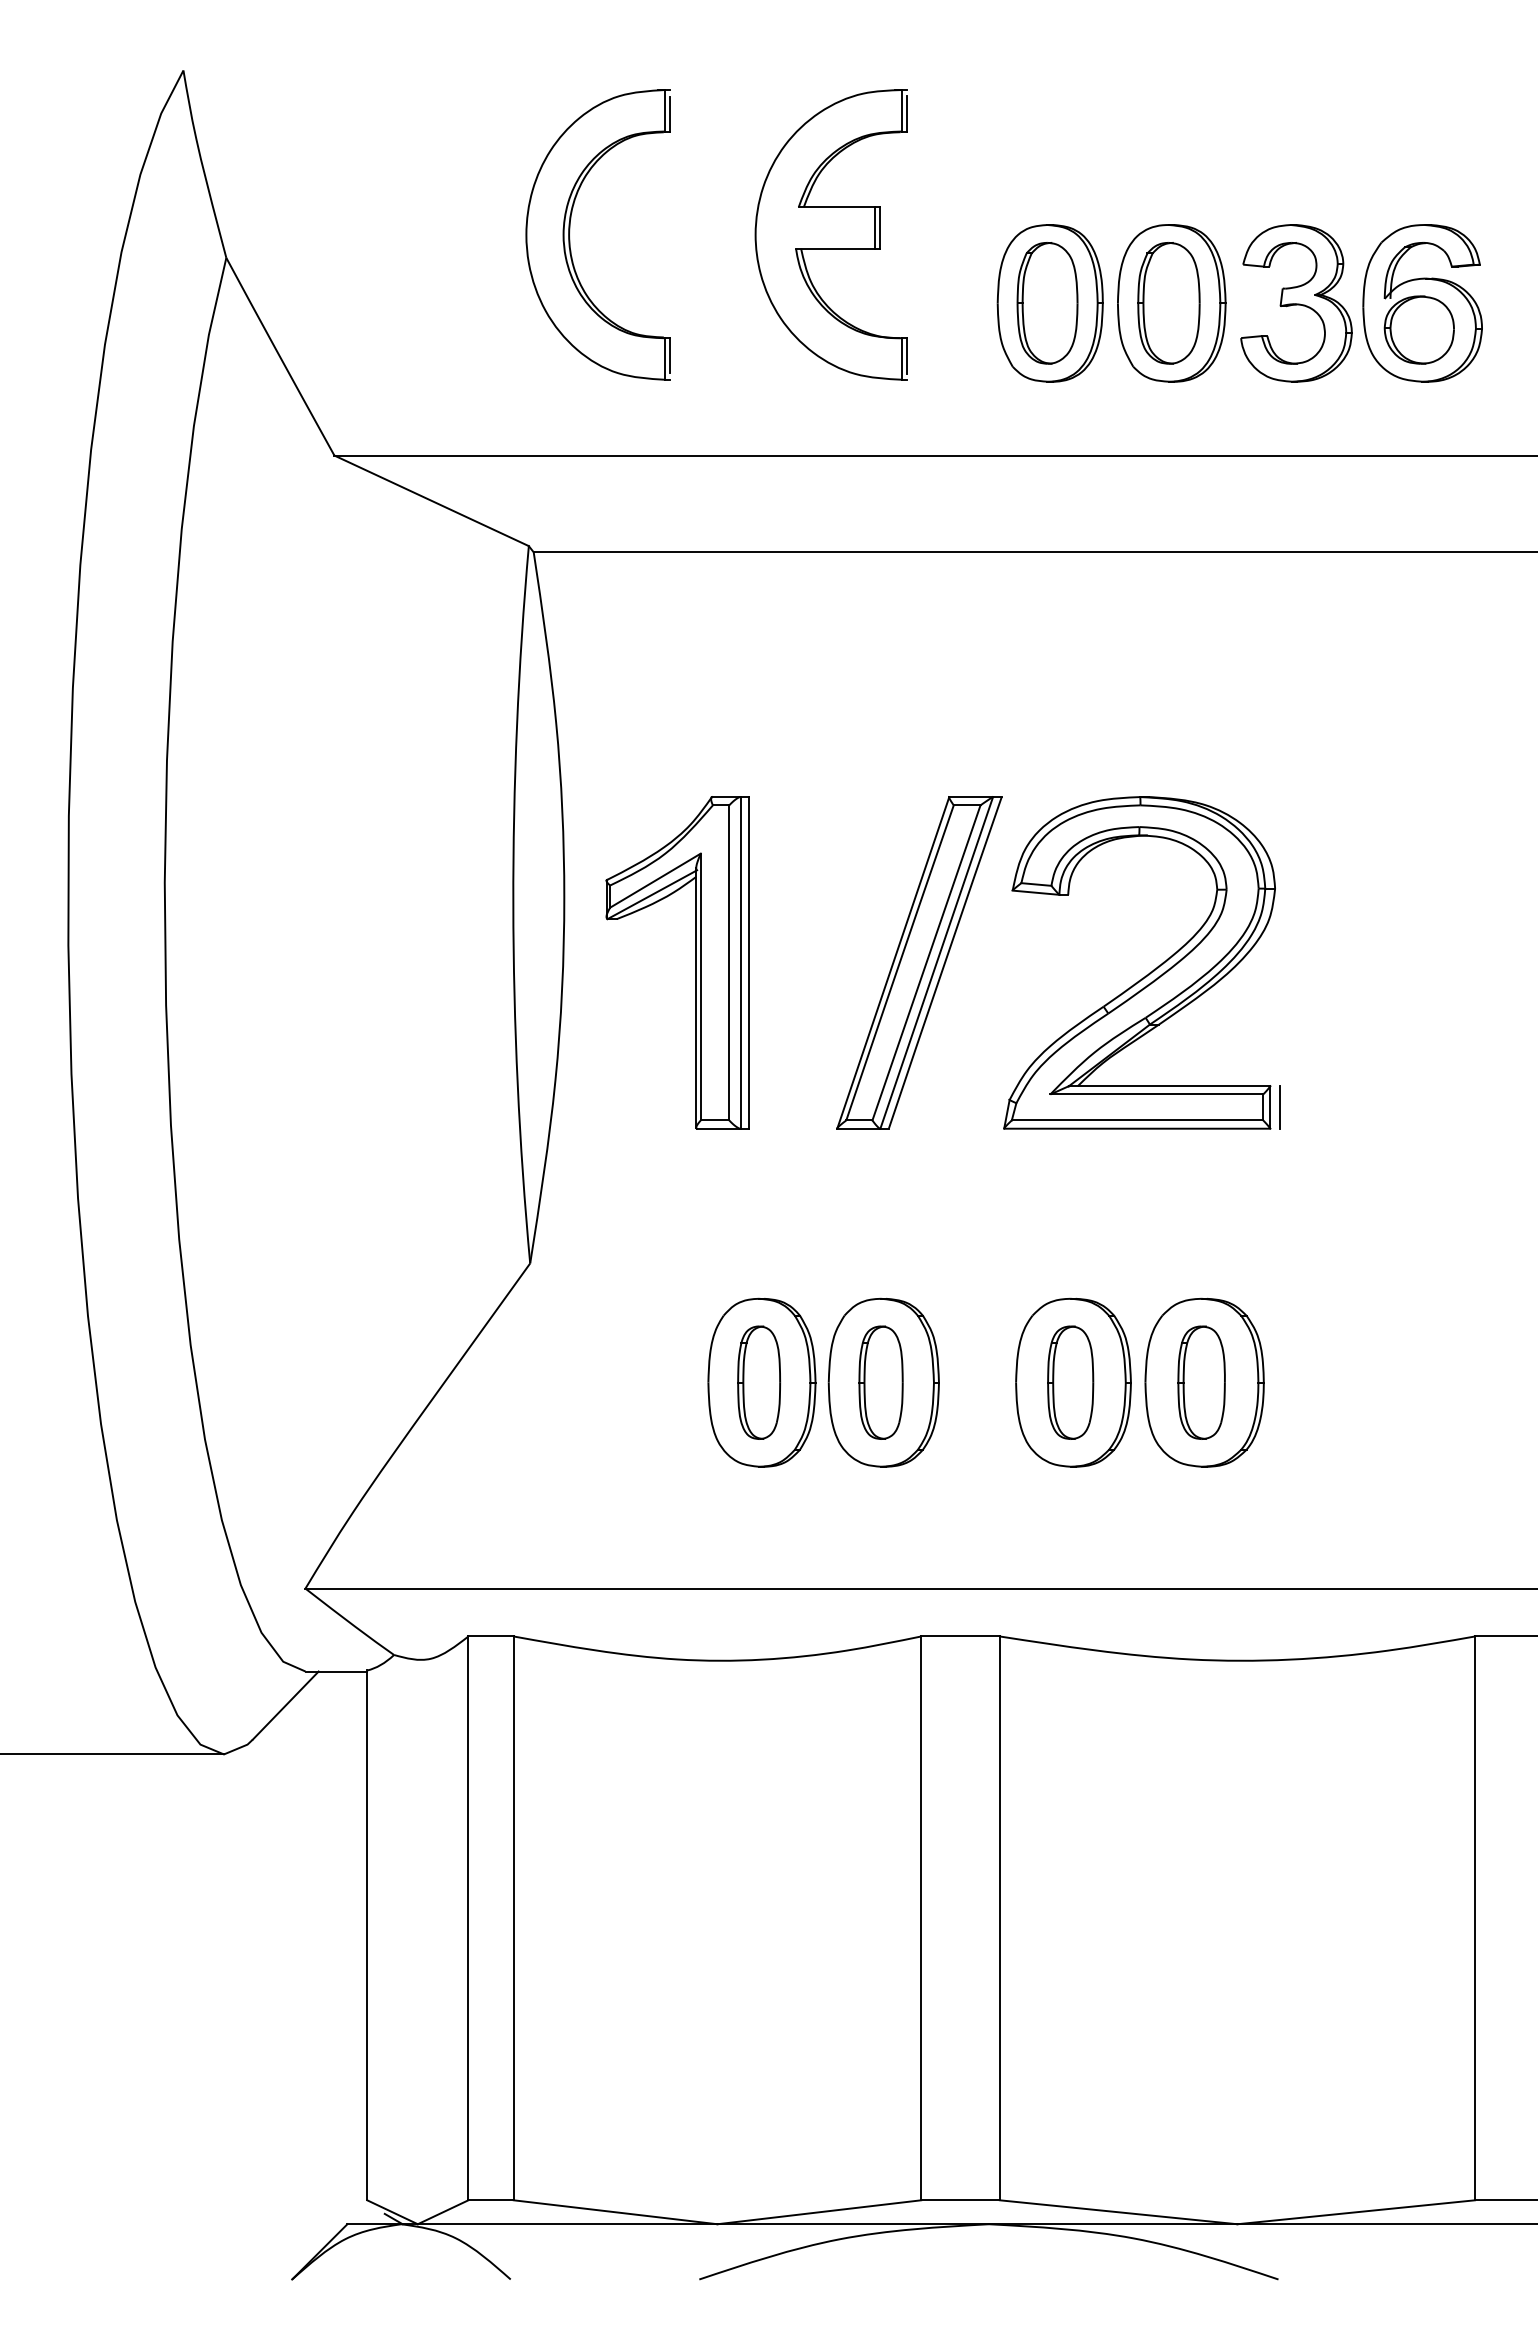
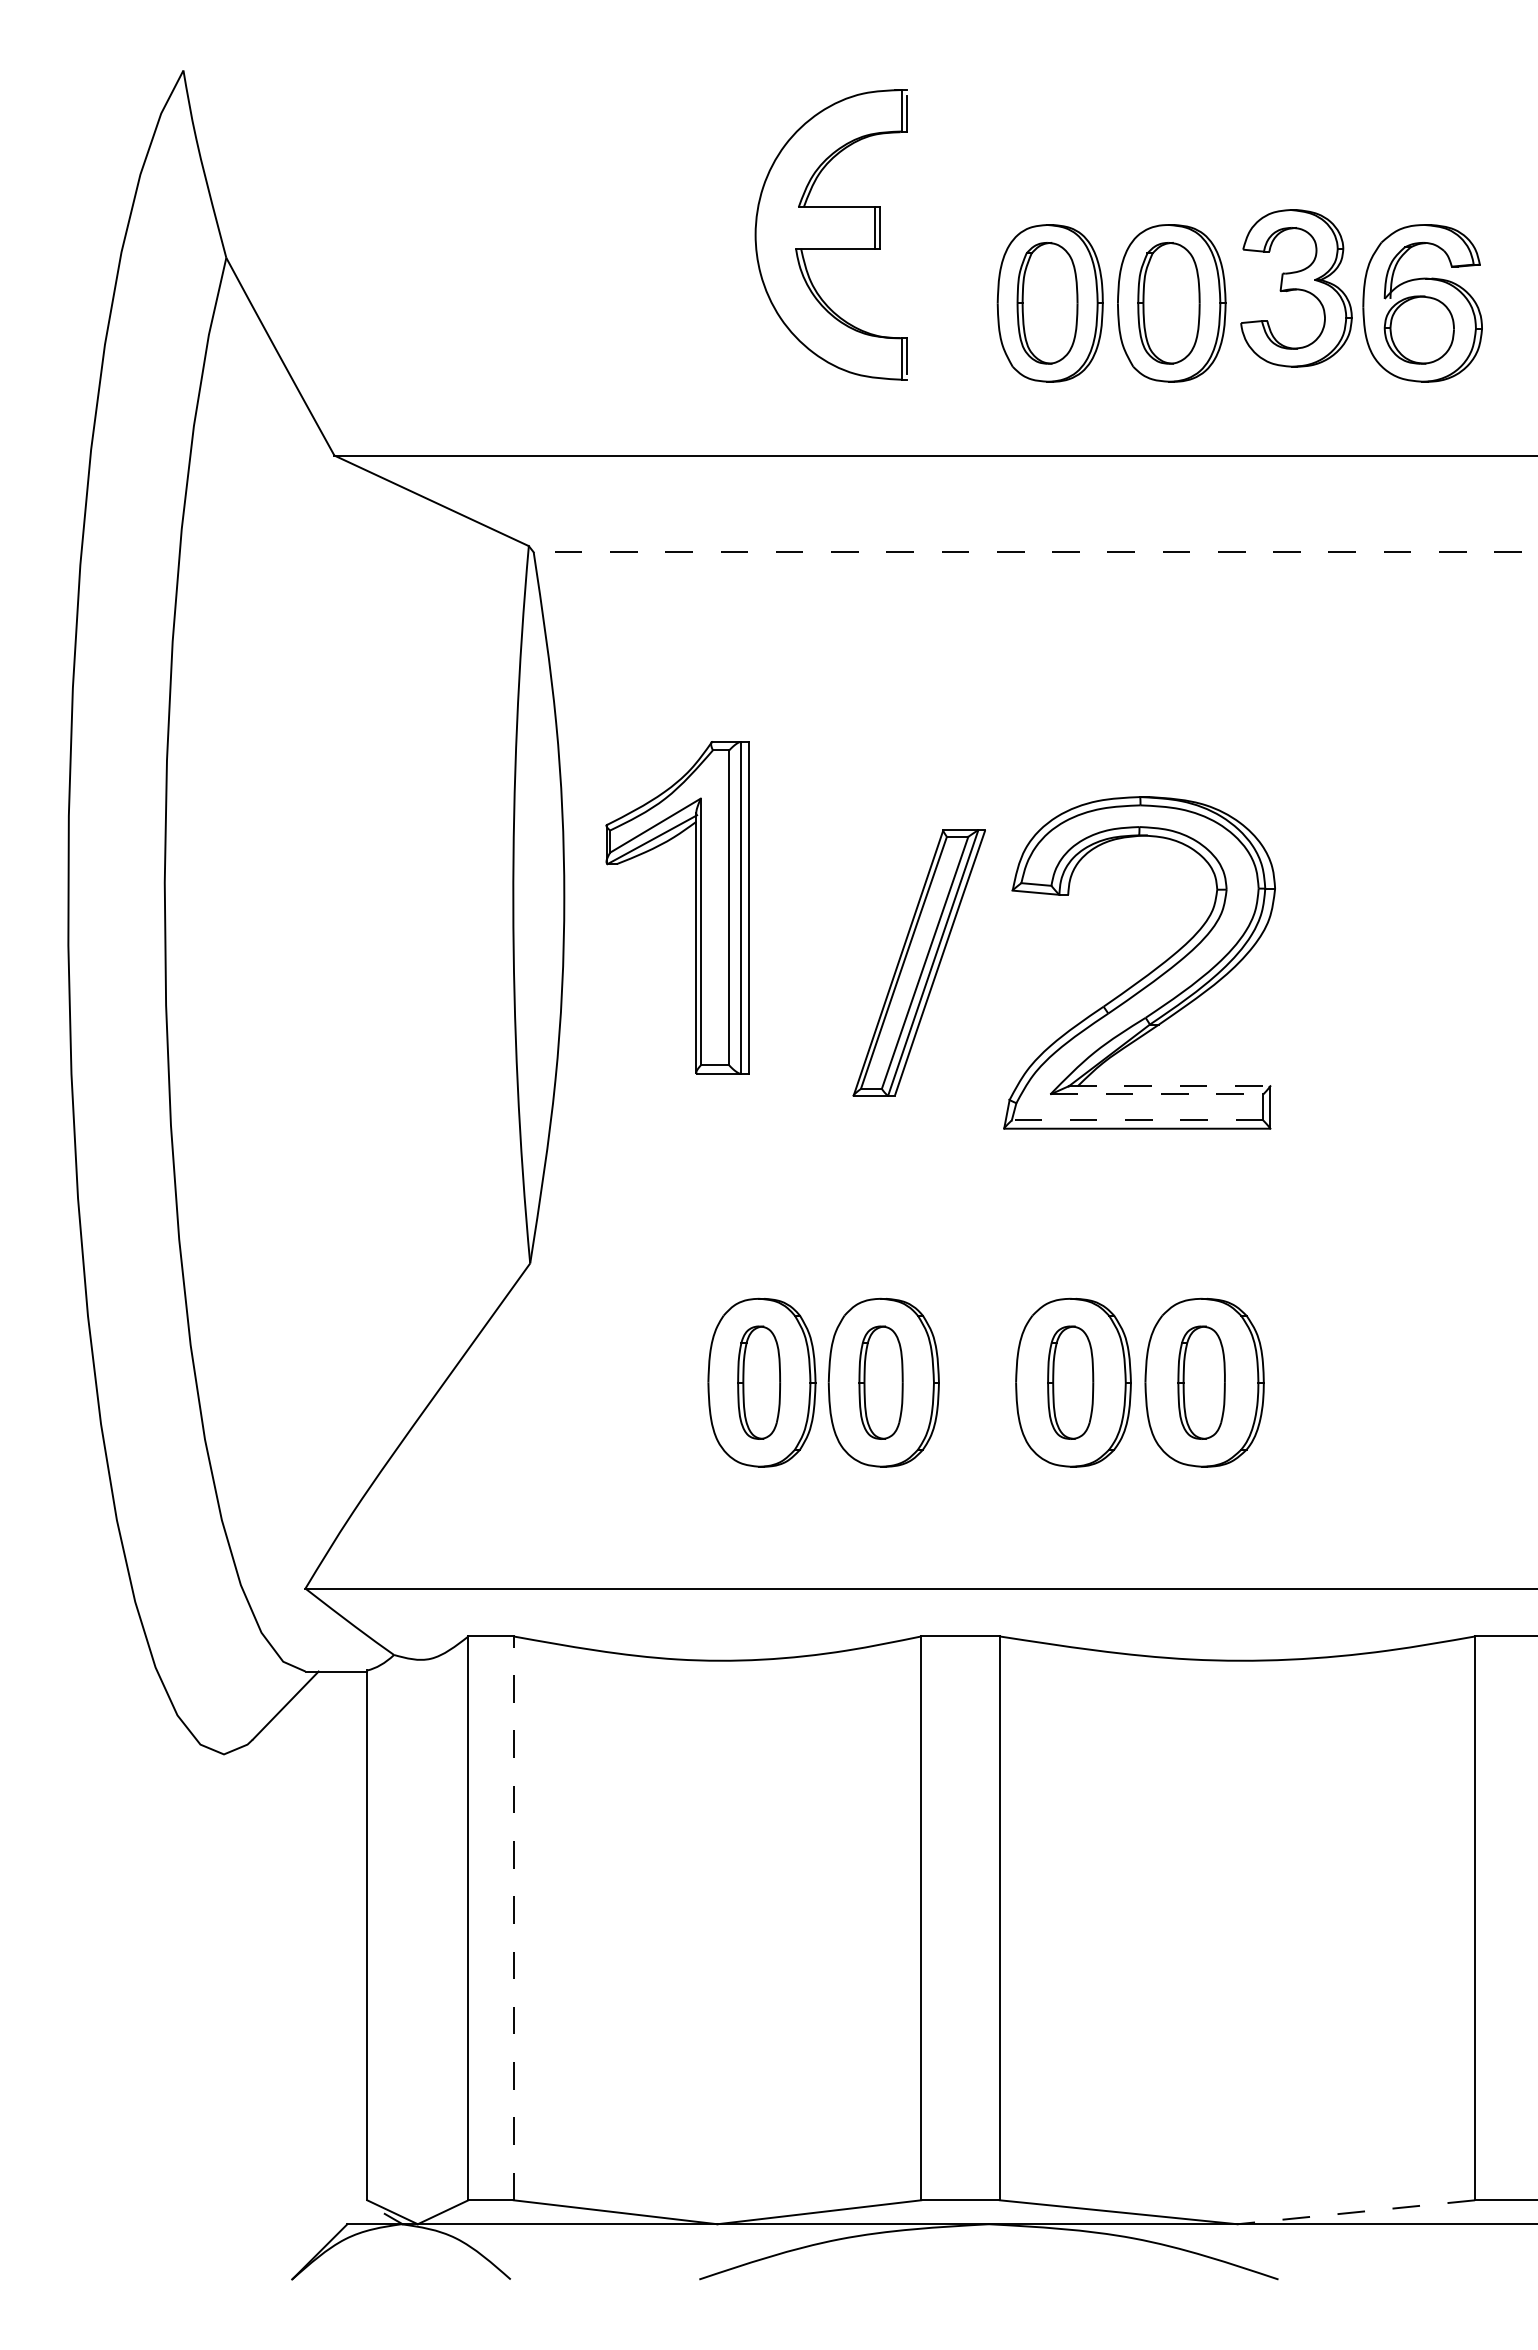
part at (570, 231): present -> none
part at (1296, 303) position: (1296, 303) -> (1296, 288)
line at (1035, 552): solid -> dashed
part at (695, 962) position: (695, 962) -> (695, 907)
part at (919, 962) size: 167x334 px -> 134x268 px
line at (1169, 1086): solid -> dashed
line at (1157, 1094): solid -> dashed
line at (1279, 1107): present -> none
line at (1137, 1120): solid -> dashed
line at (113, 1754): present -> none
line at (513, 1918): solid -> dashed
line at (1355, 2212): solid -> dashed
